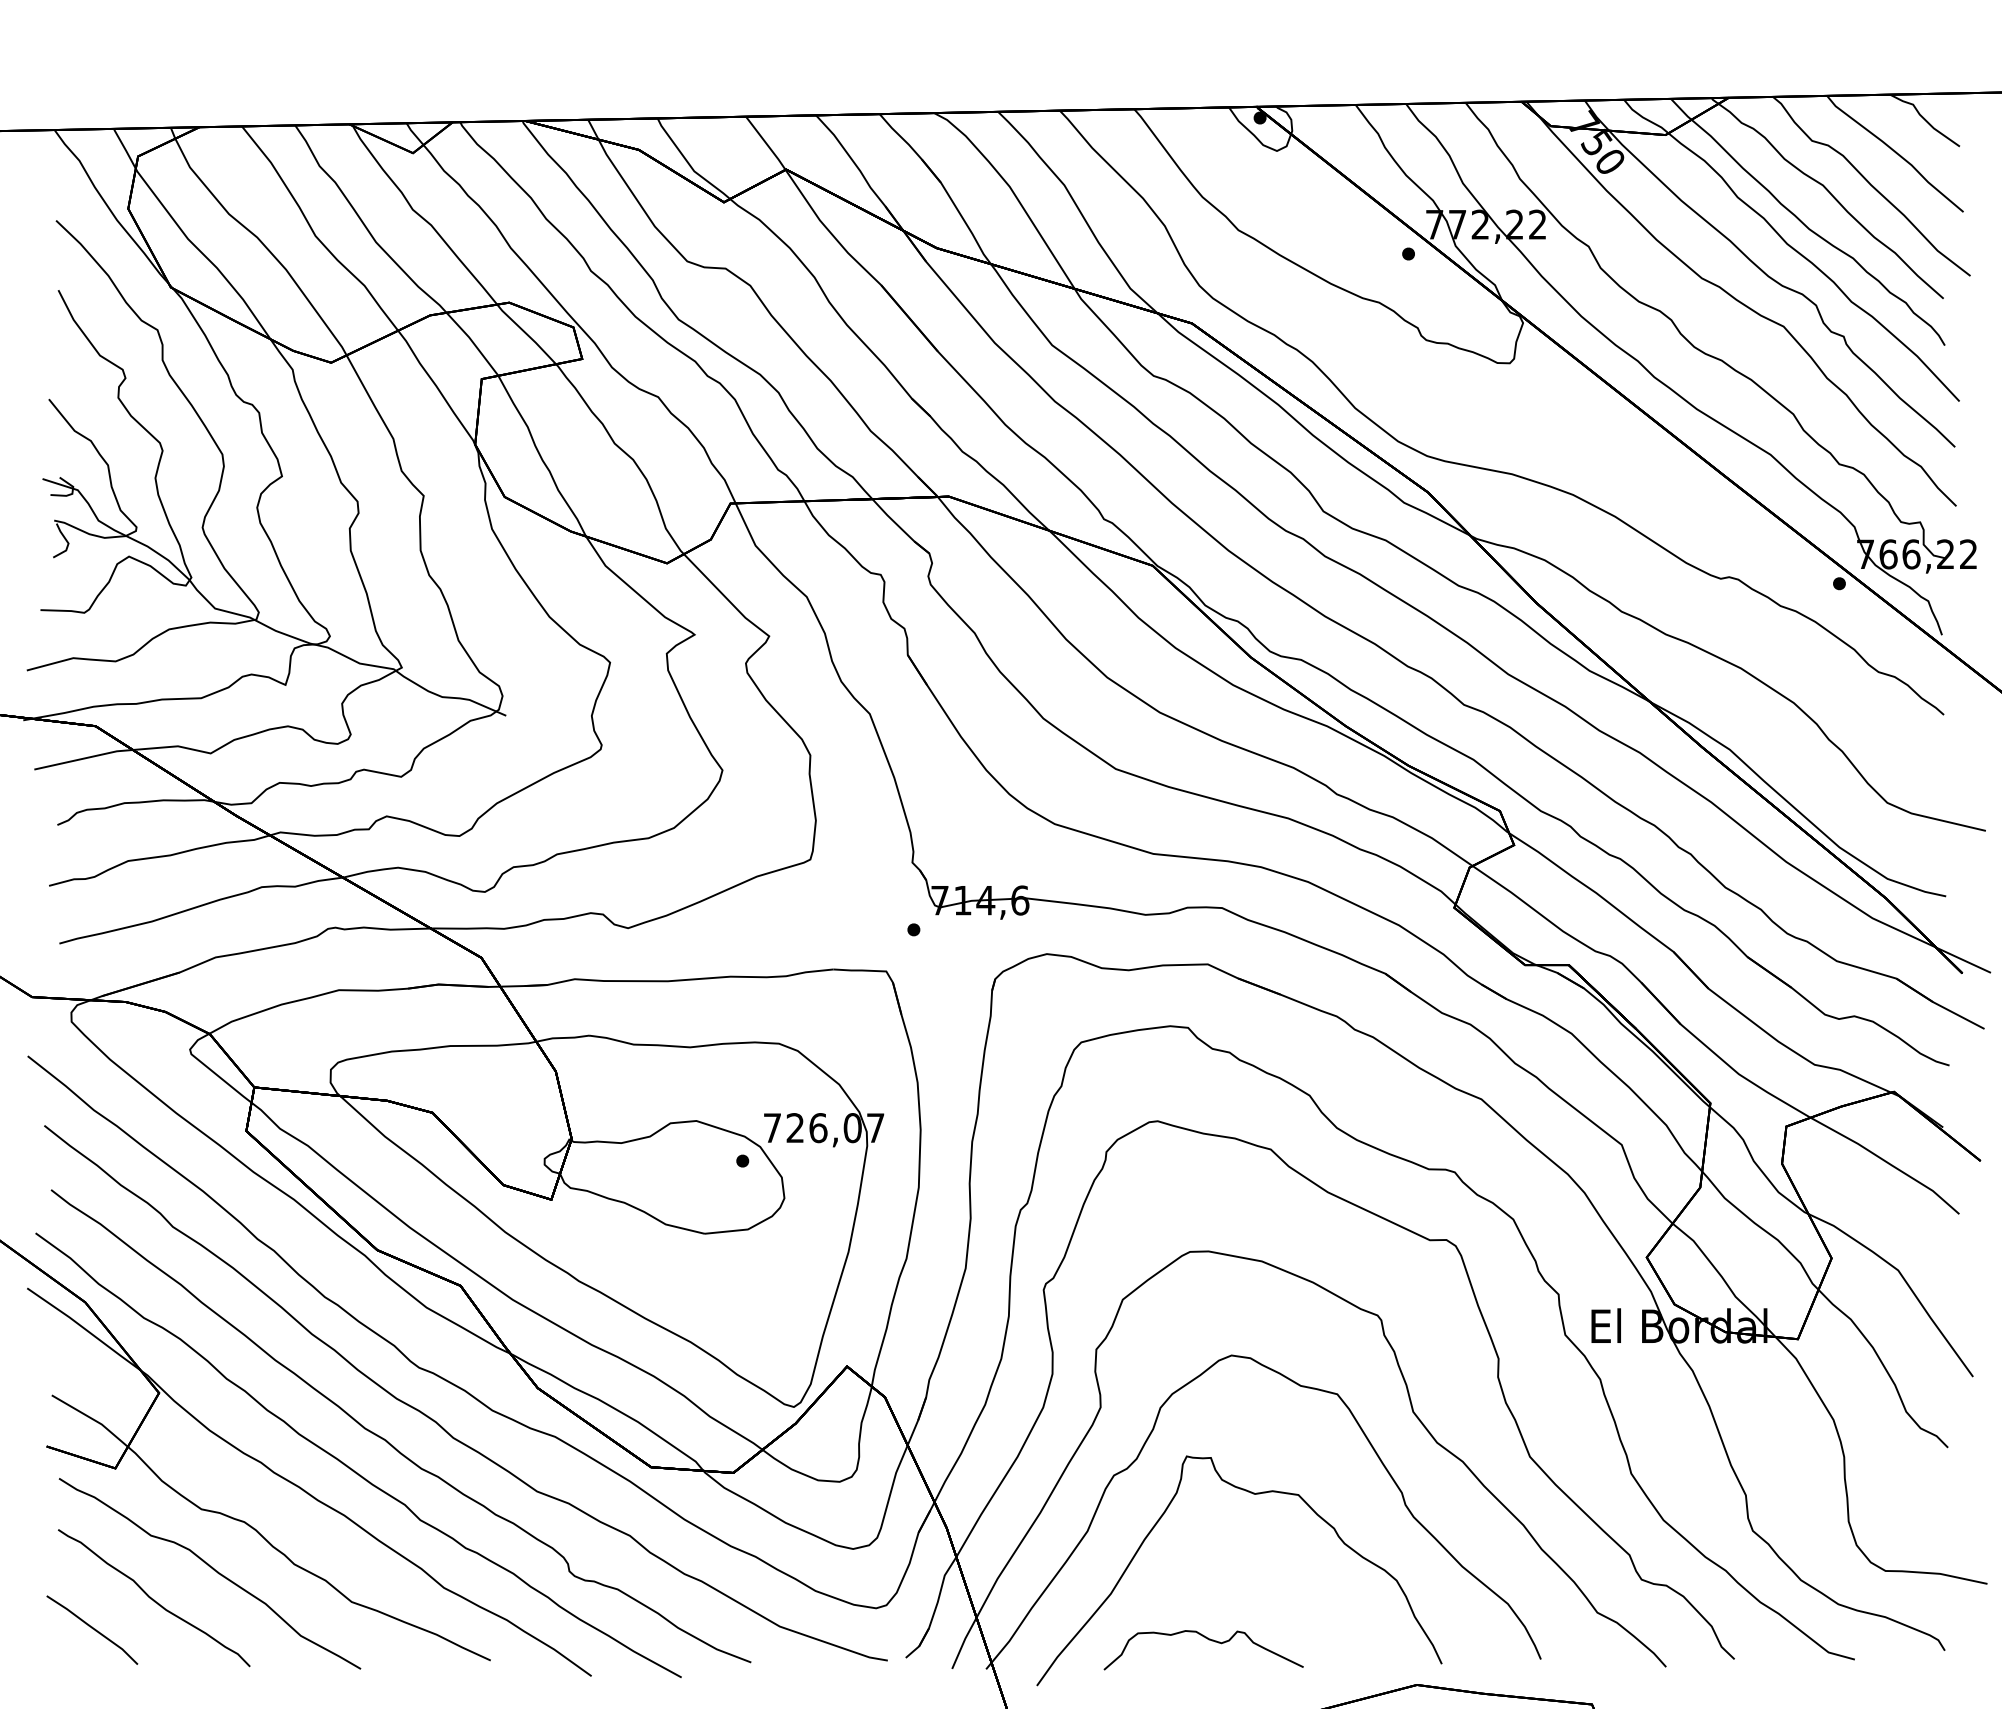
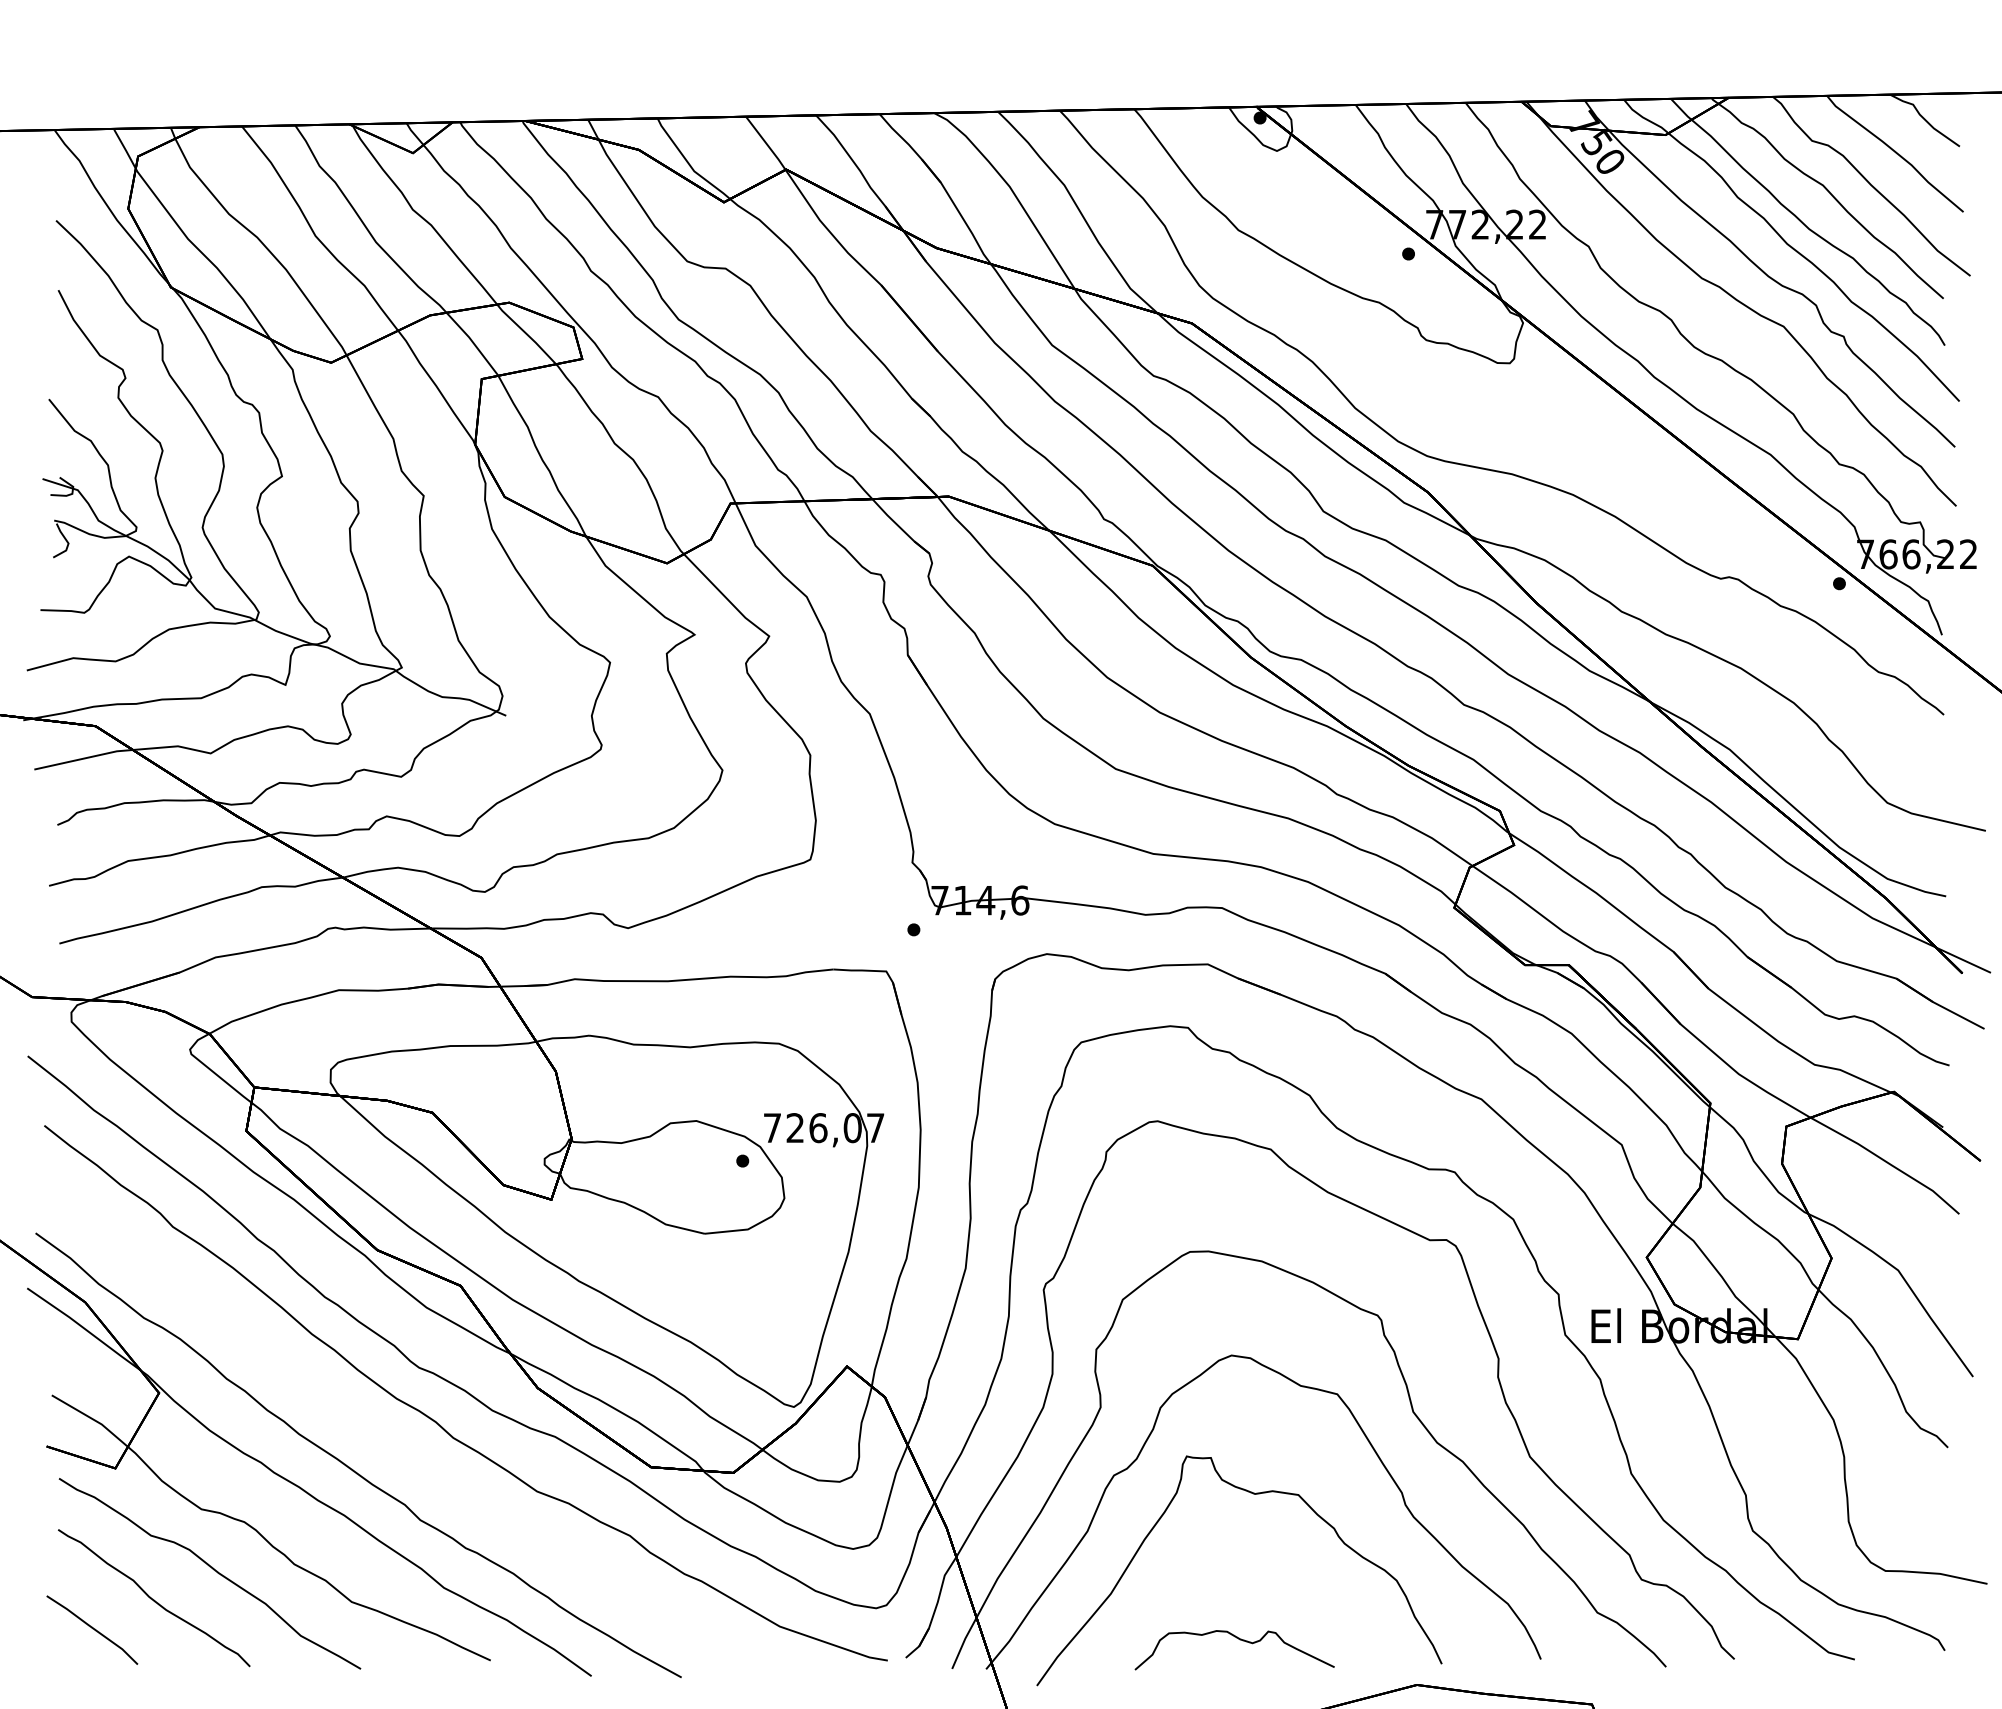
curve at (386, 1439): present -> none
curve at (1209, 1640) position: (1209, 1640) -> (1240, 1640)
